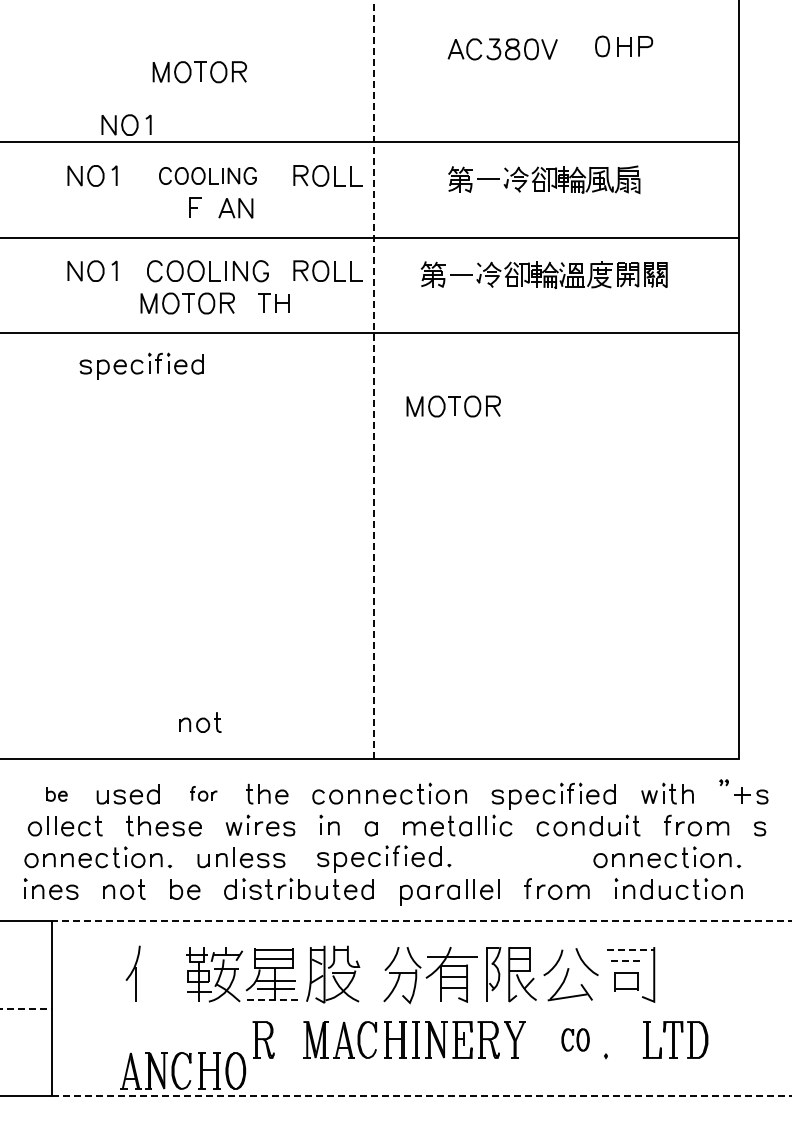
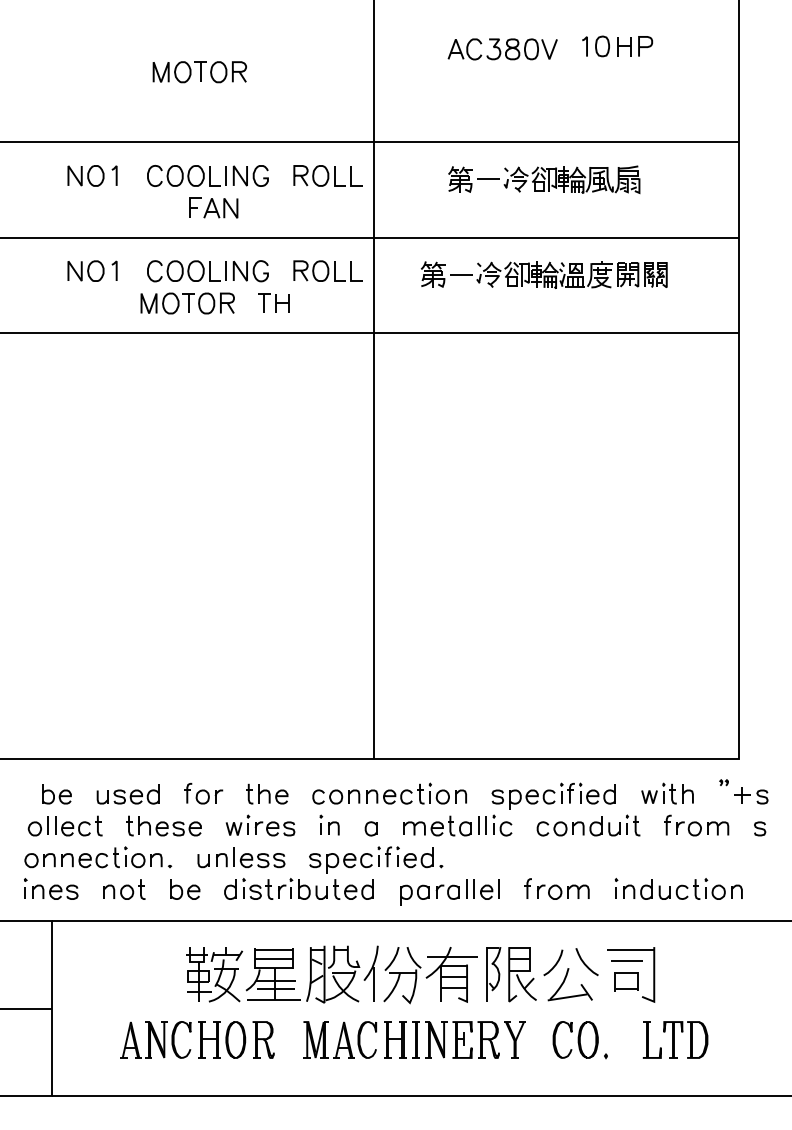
line at (586, 46): none -> present
part at (126, 124): present -> none
part at (207, 175) size: 98x18 px -> 122x22 px
part at (235, 208) position: (235, 208) -> (220, 208)
part at (141, 365): present -> none
line at (373, 379): dashed -> solid
part at (453, 406): present -> none
part at (200, 722): present -> none
part at (203, 793) size: 28x16 px -> 40x22 px
part at (56, 794) size: 22x15 px -> 30x21 px
part at (667, 857): present -> none
part at (384, 858) position: (384, 858) -> (376, 859)
line at (421, 921): dashed -> solid
line at (631, 949): dashed -> solid
line at (627, 960): dashed -> solid
part at (132, 973) position: (132, 973) -> (370, 973)
line at (274, 1000): dashed -> solid
line at (26, 1008): dashed -> solid
part at (575, 1039) size: 29x24 px -> 47x38 px
part at (174, 1070) position: (174, 1070) -> (174, 1039)
line at (421, 1096): dashed -> solid
